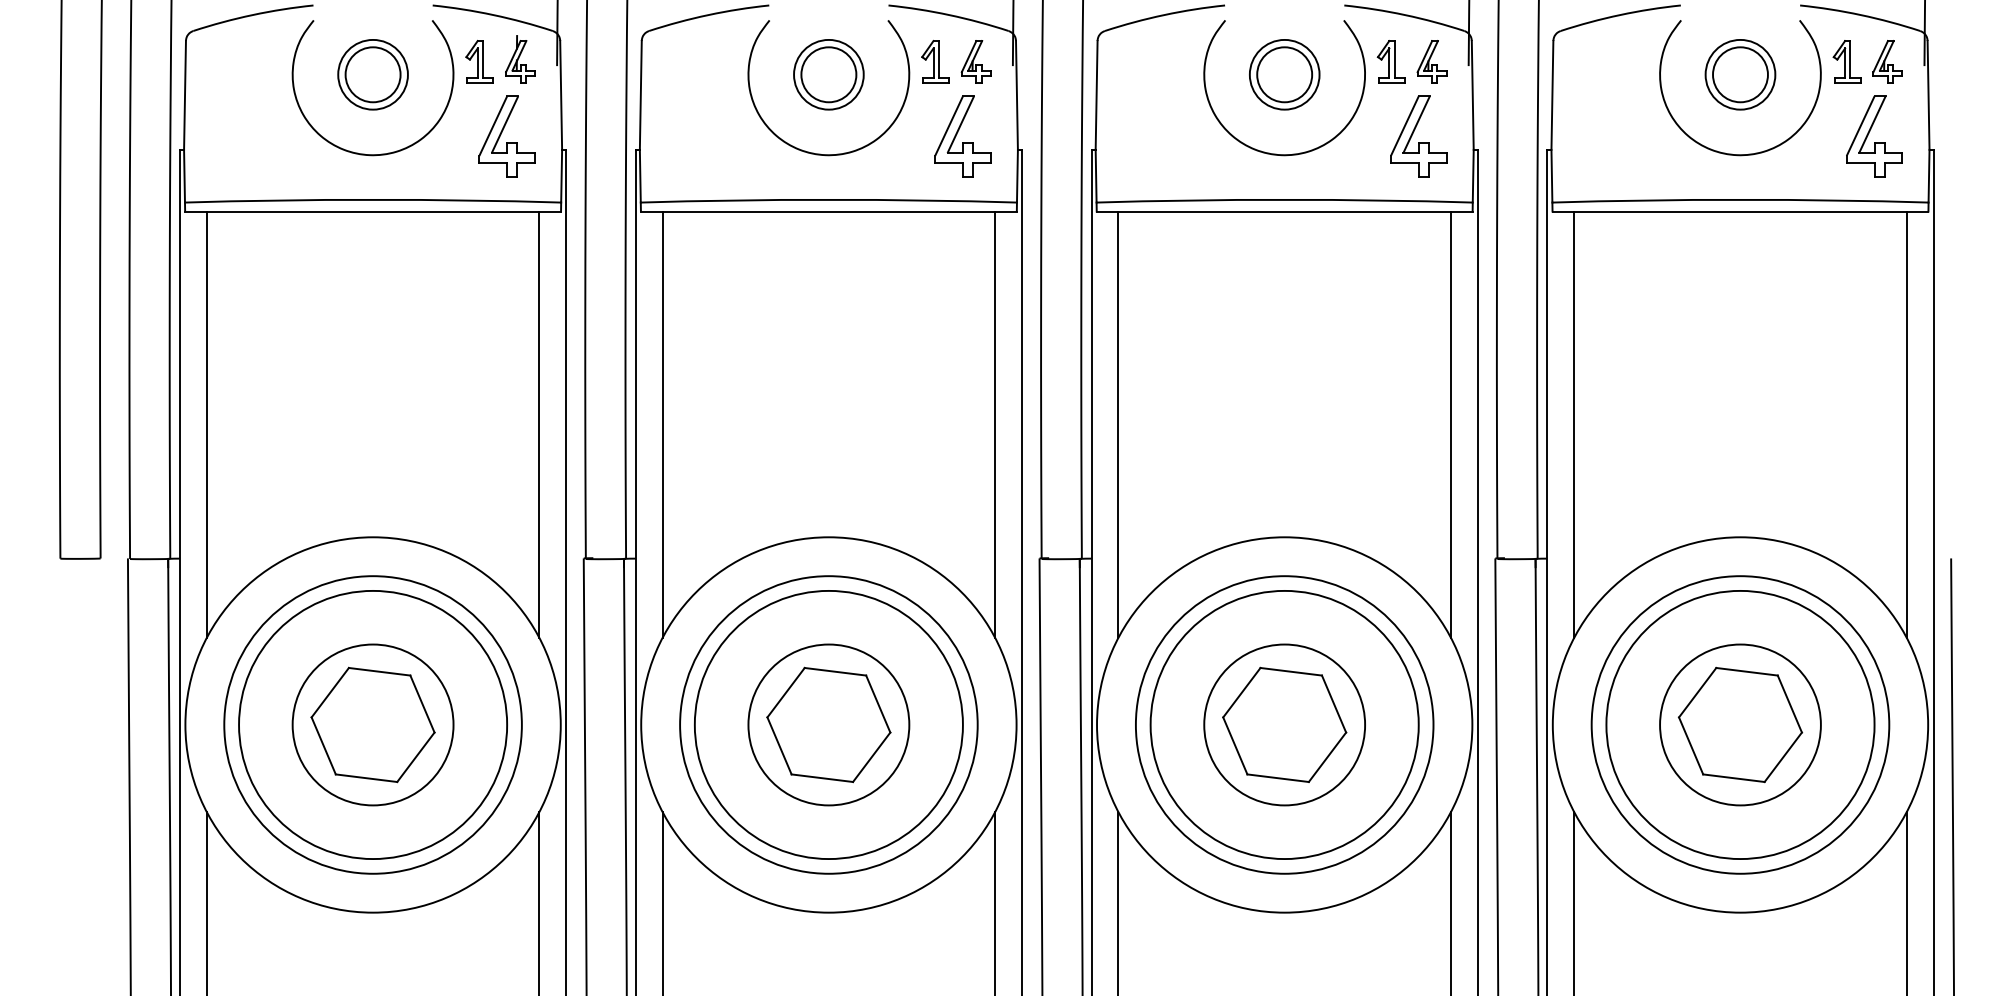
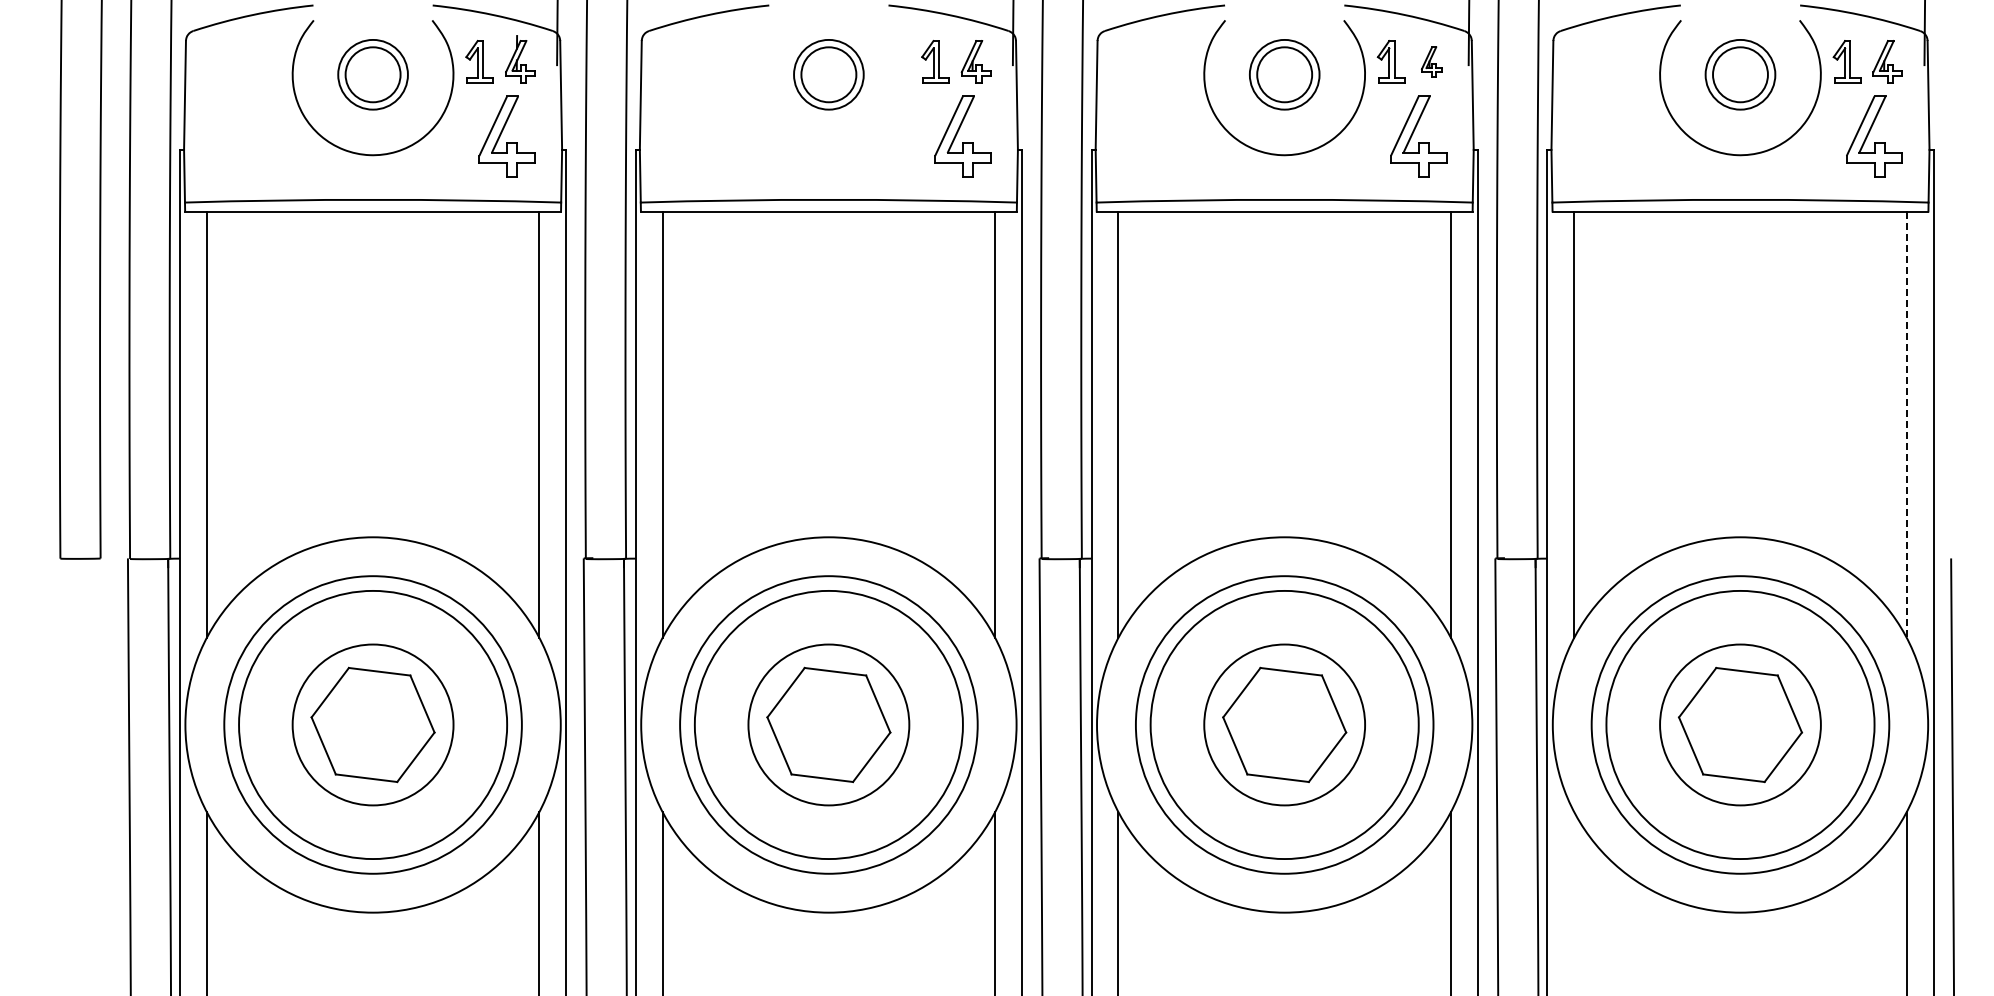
part at (1431, 61) size: 32x44 px -> 22x32 px
curve at (820, 153): present -> none
line at (1906, 425): solid -> dashed
line at (1574, 902): present -> none
